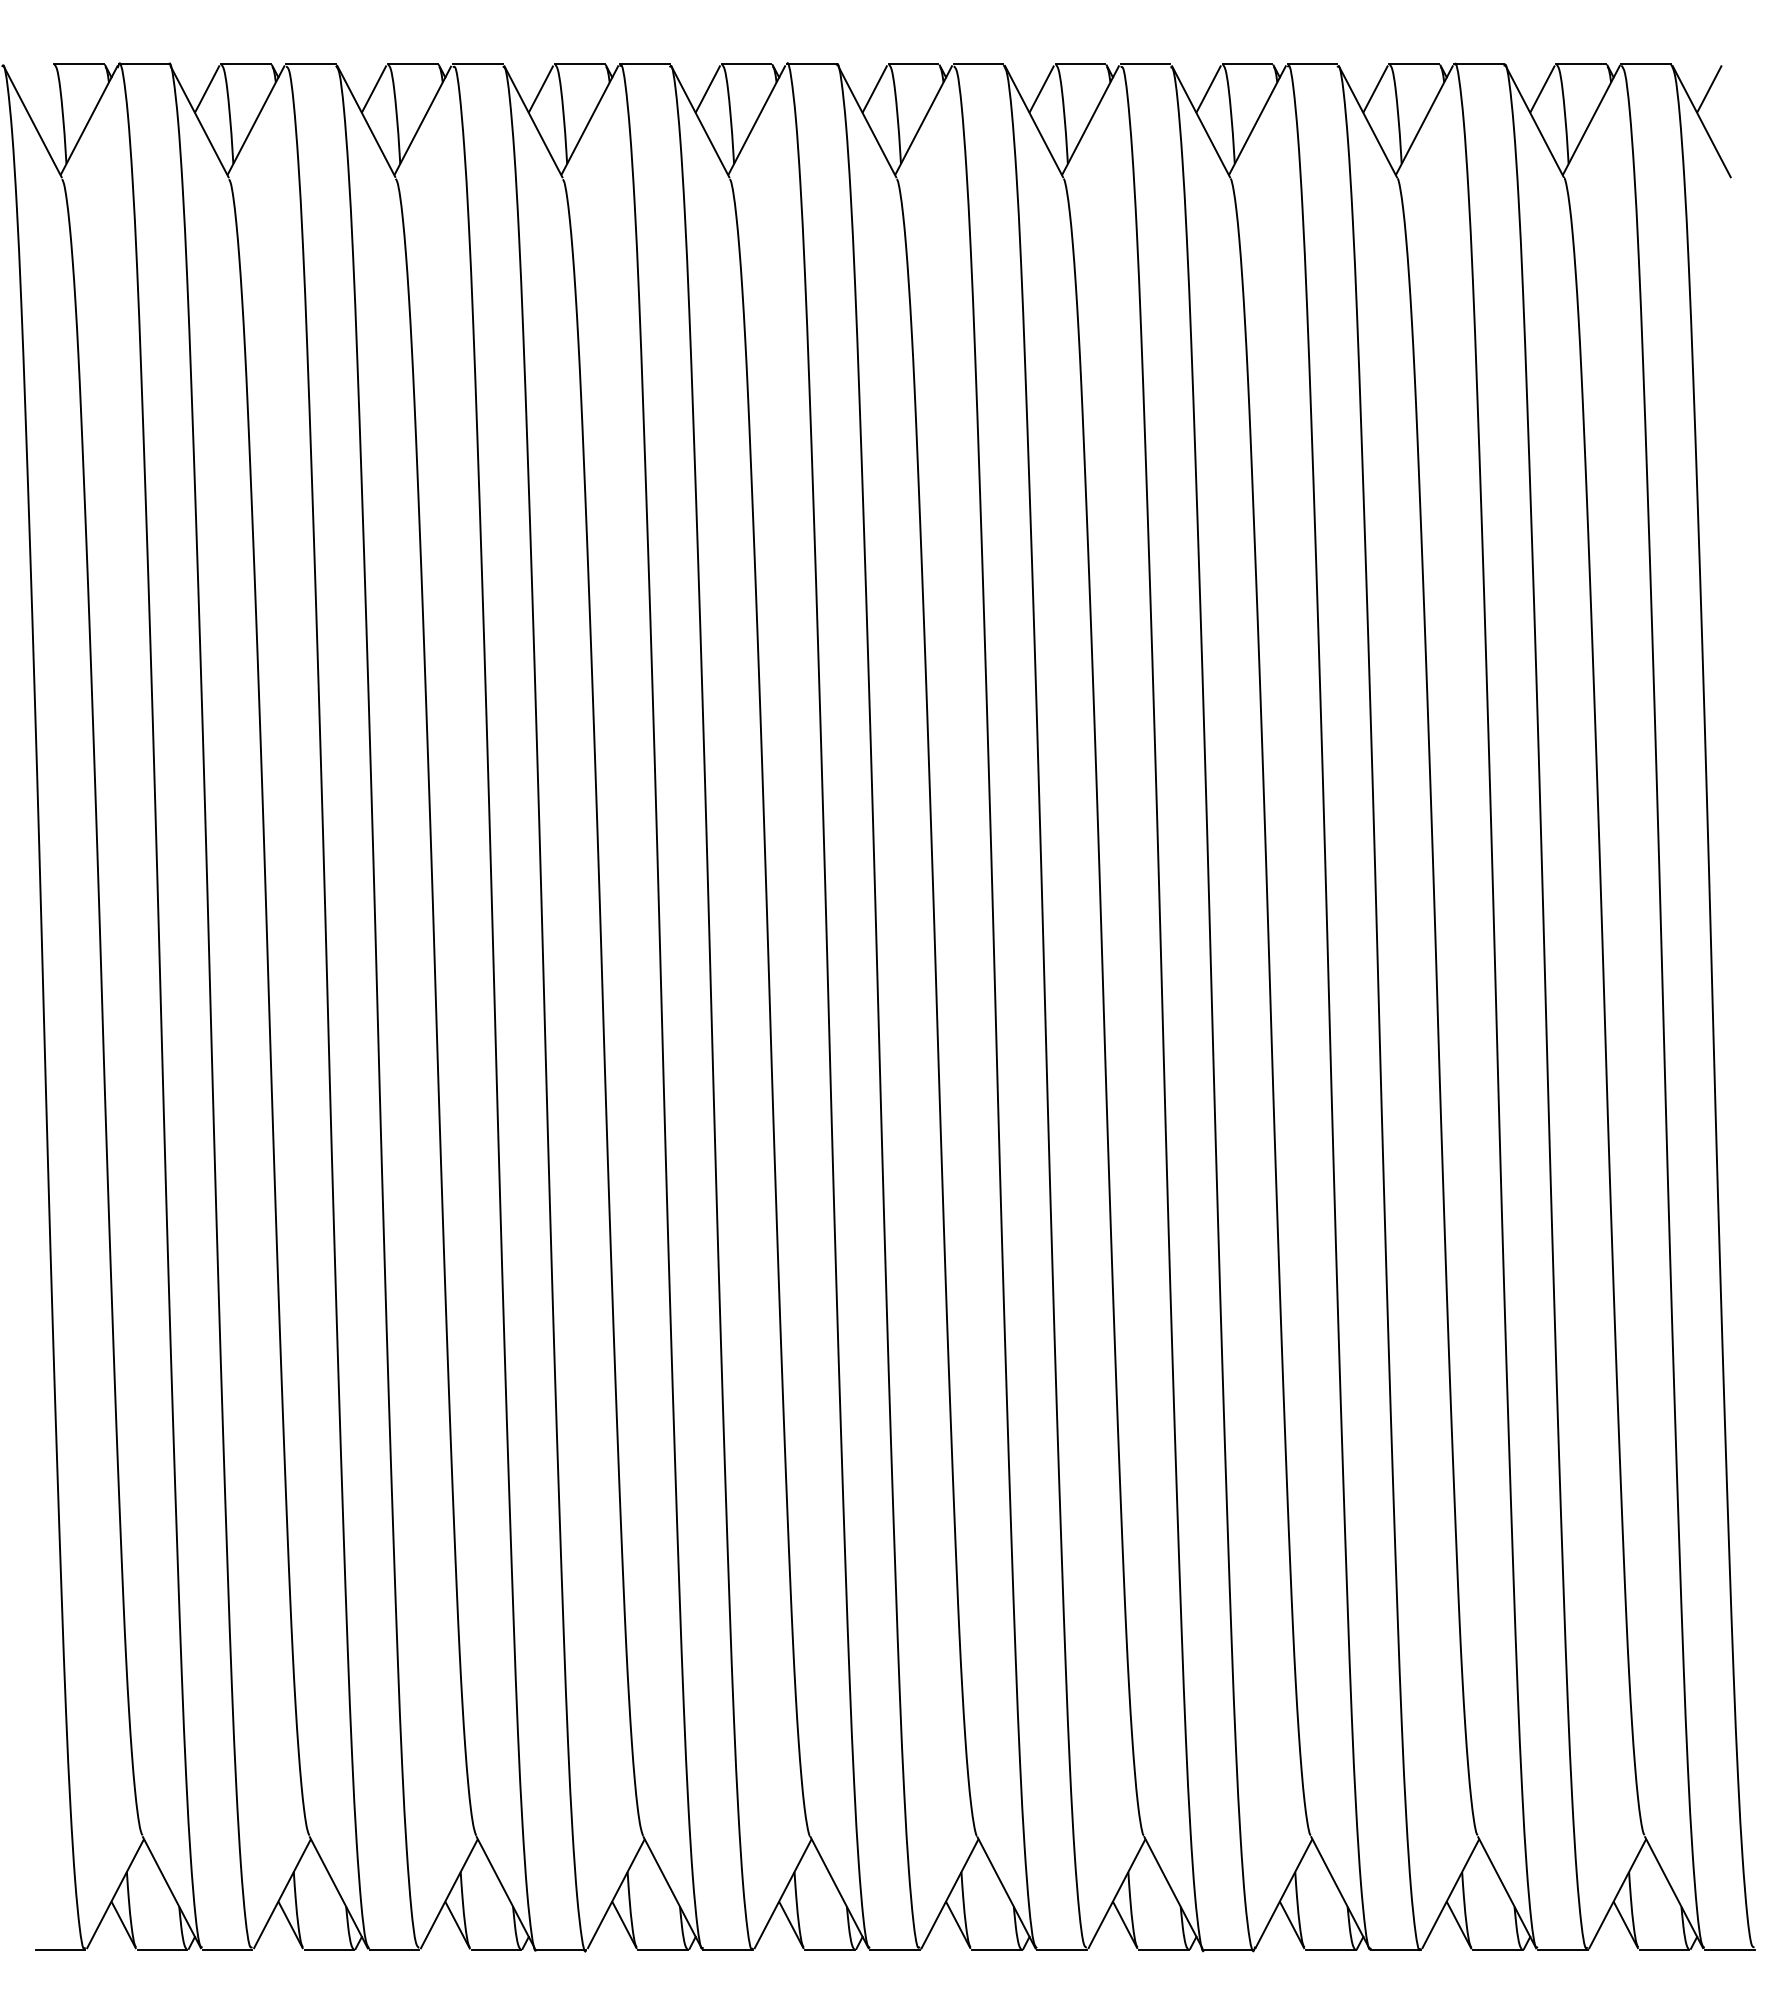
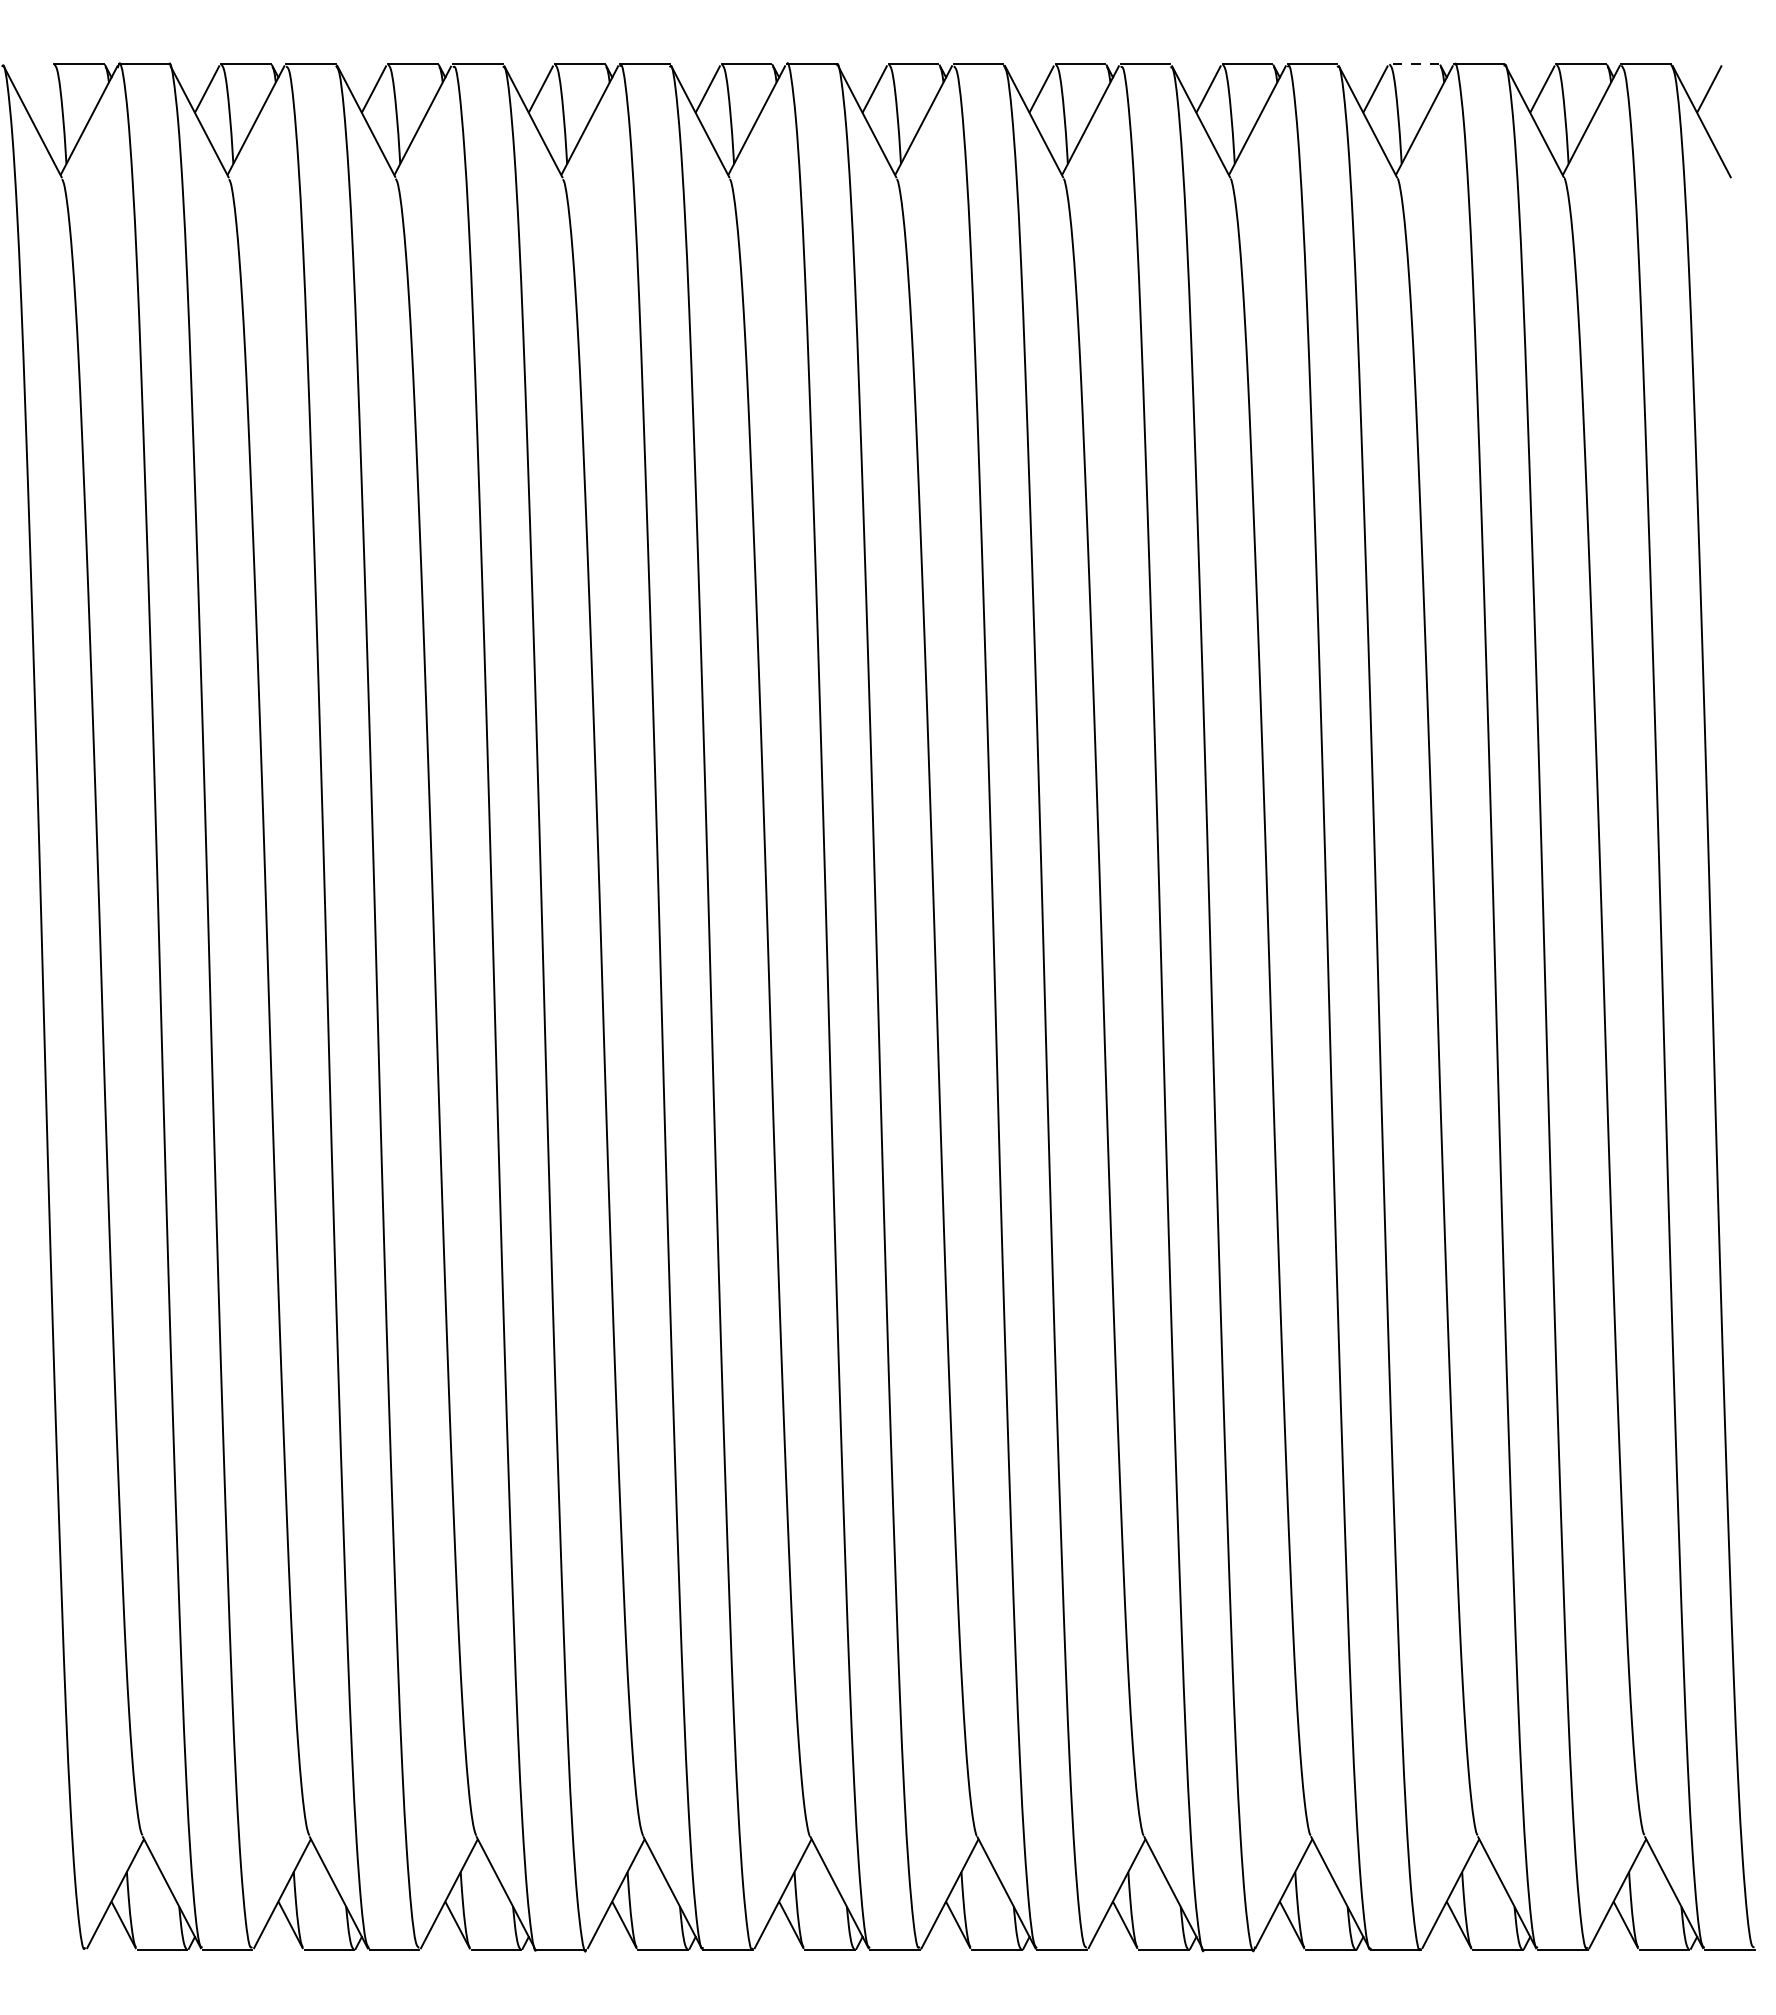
line at (1414, 64): solid -> dashed
line at (60, 1950): present -> none
